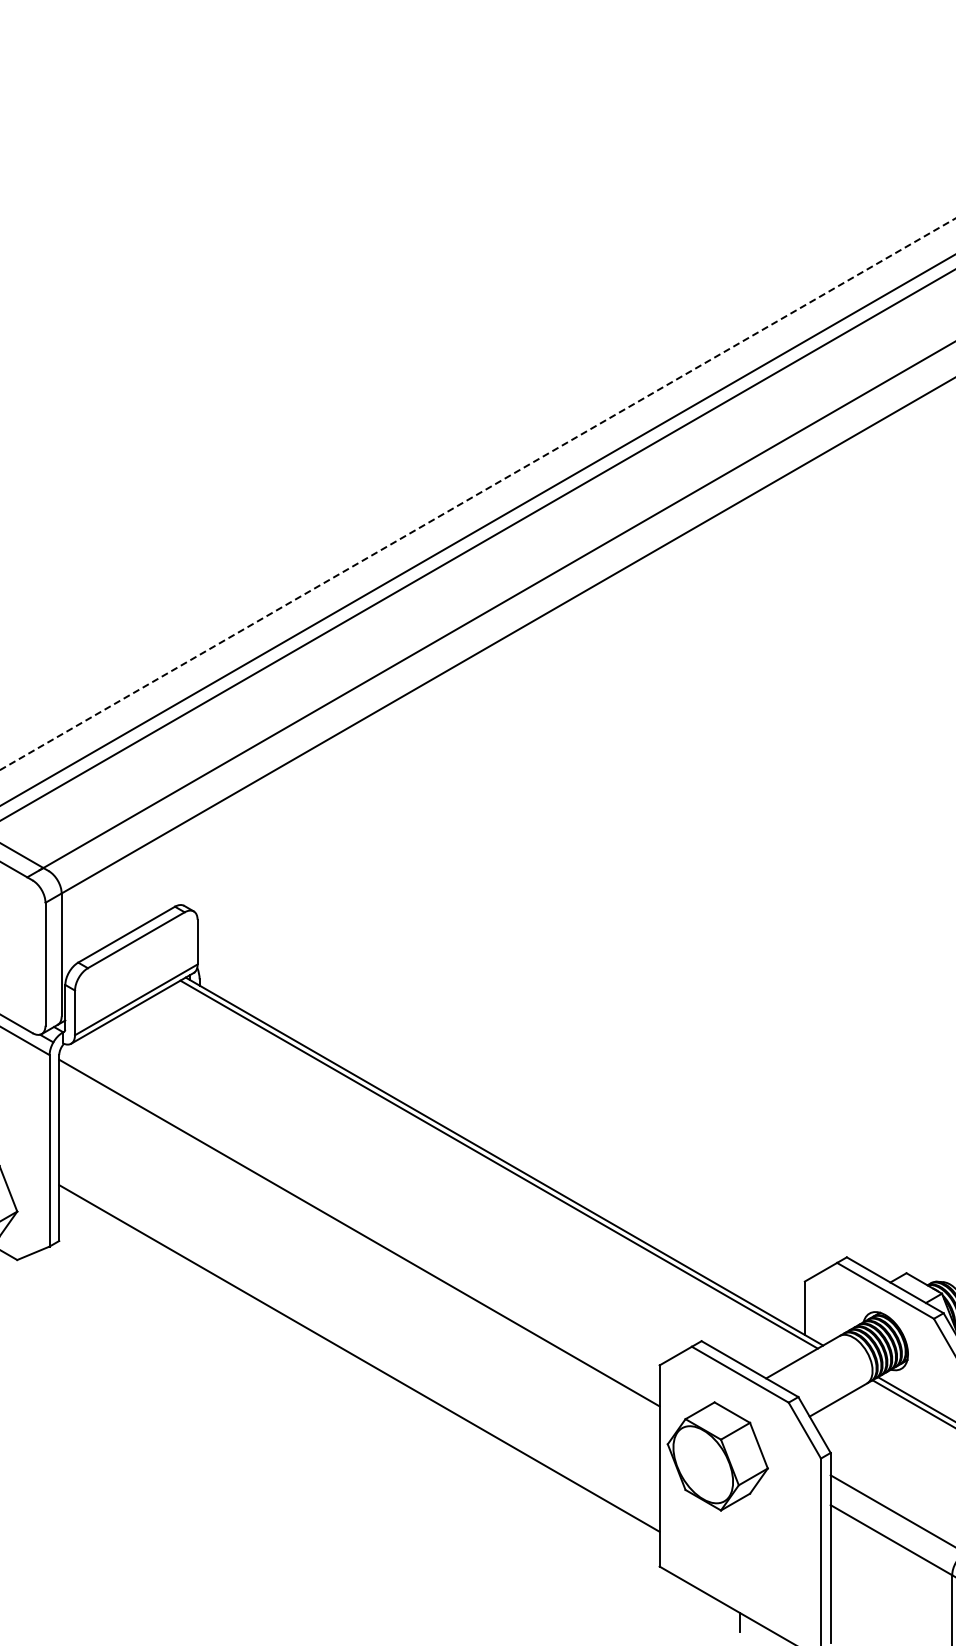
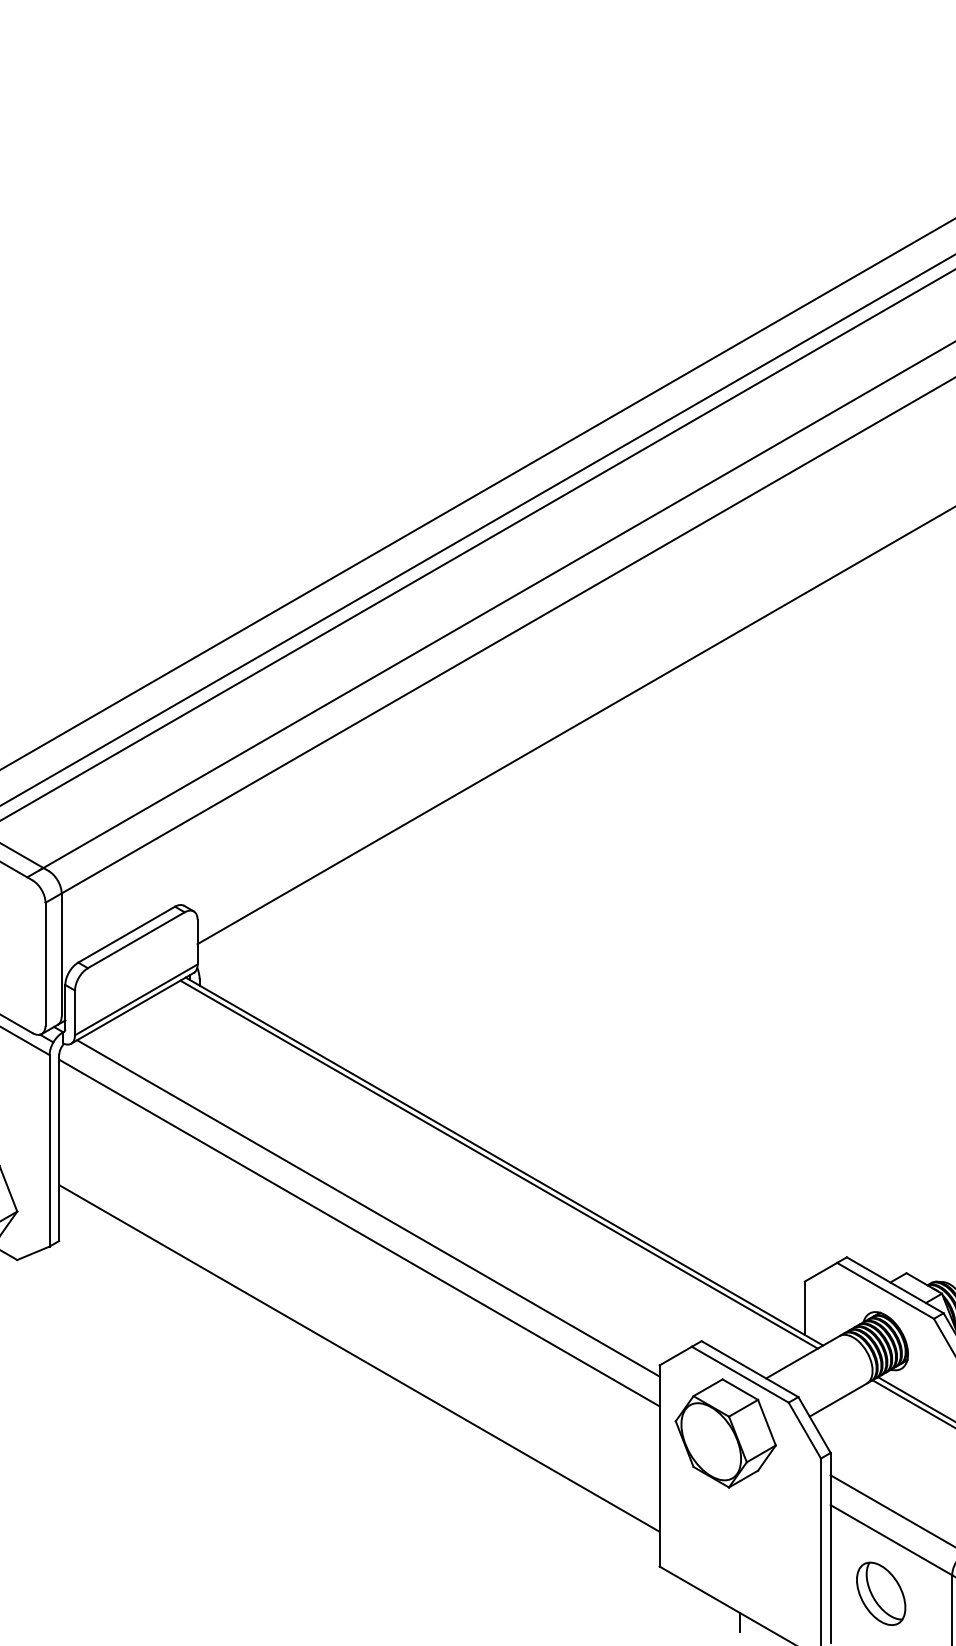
line at (478, 493): dashed -> solid
line at (574, 726): none -> present
line at (368, 1208): none -> present
part at (717, 1456) position: (717, 1456) -> (725, 1433)
part at (881, 1593): none -> present
